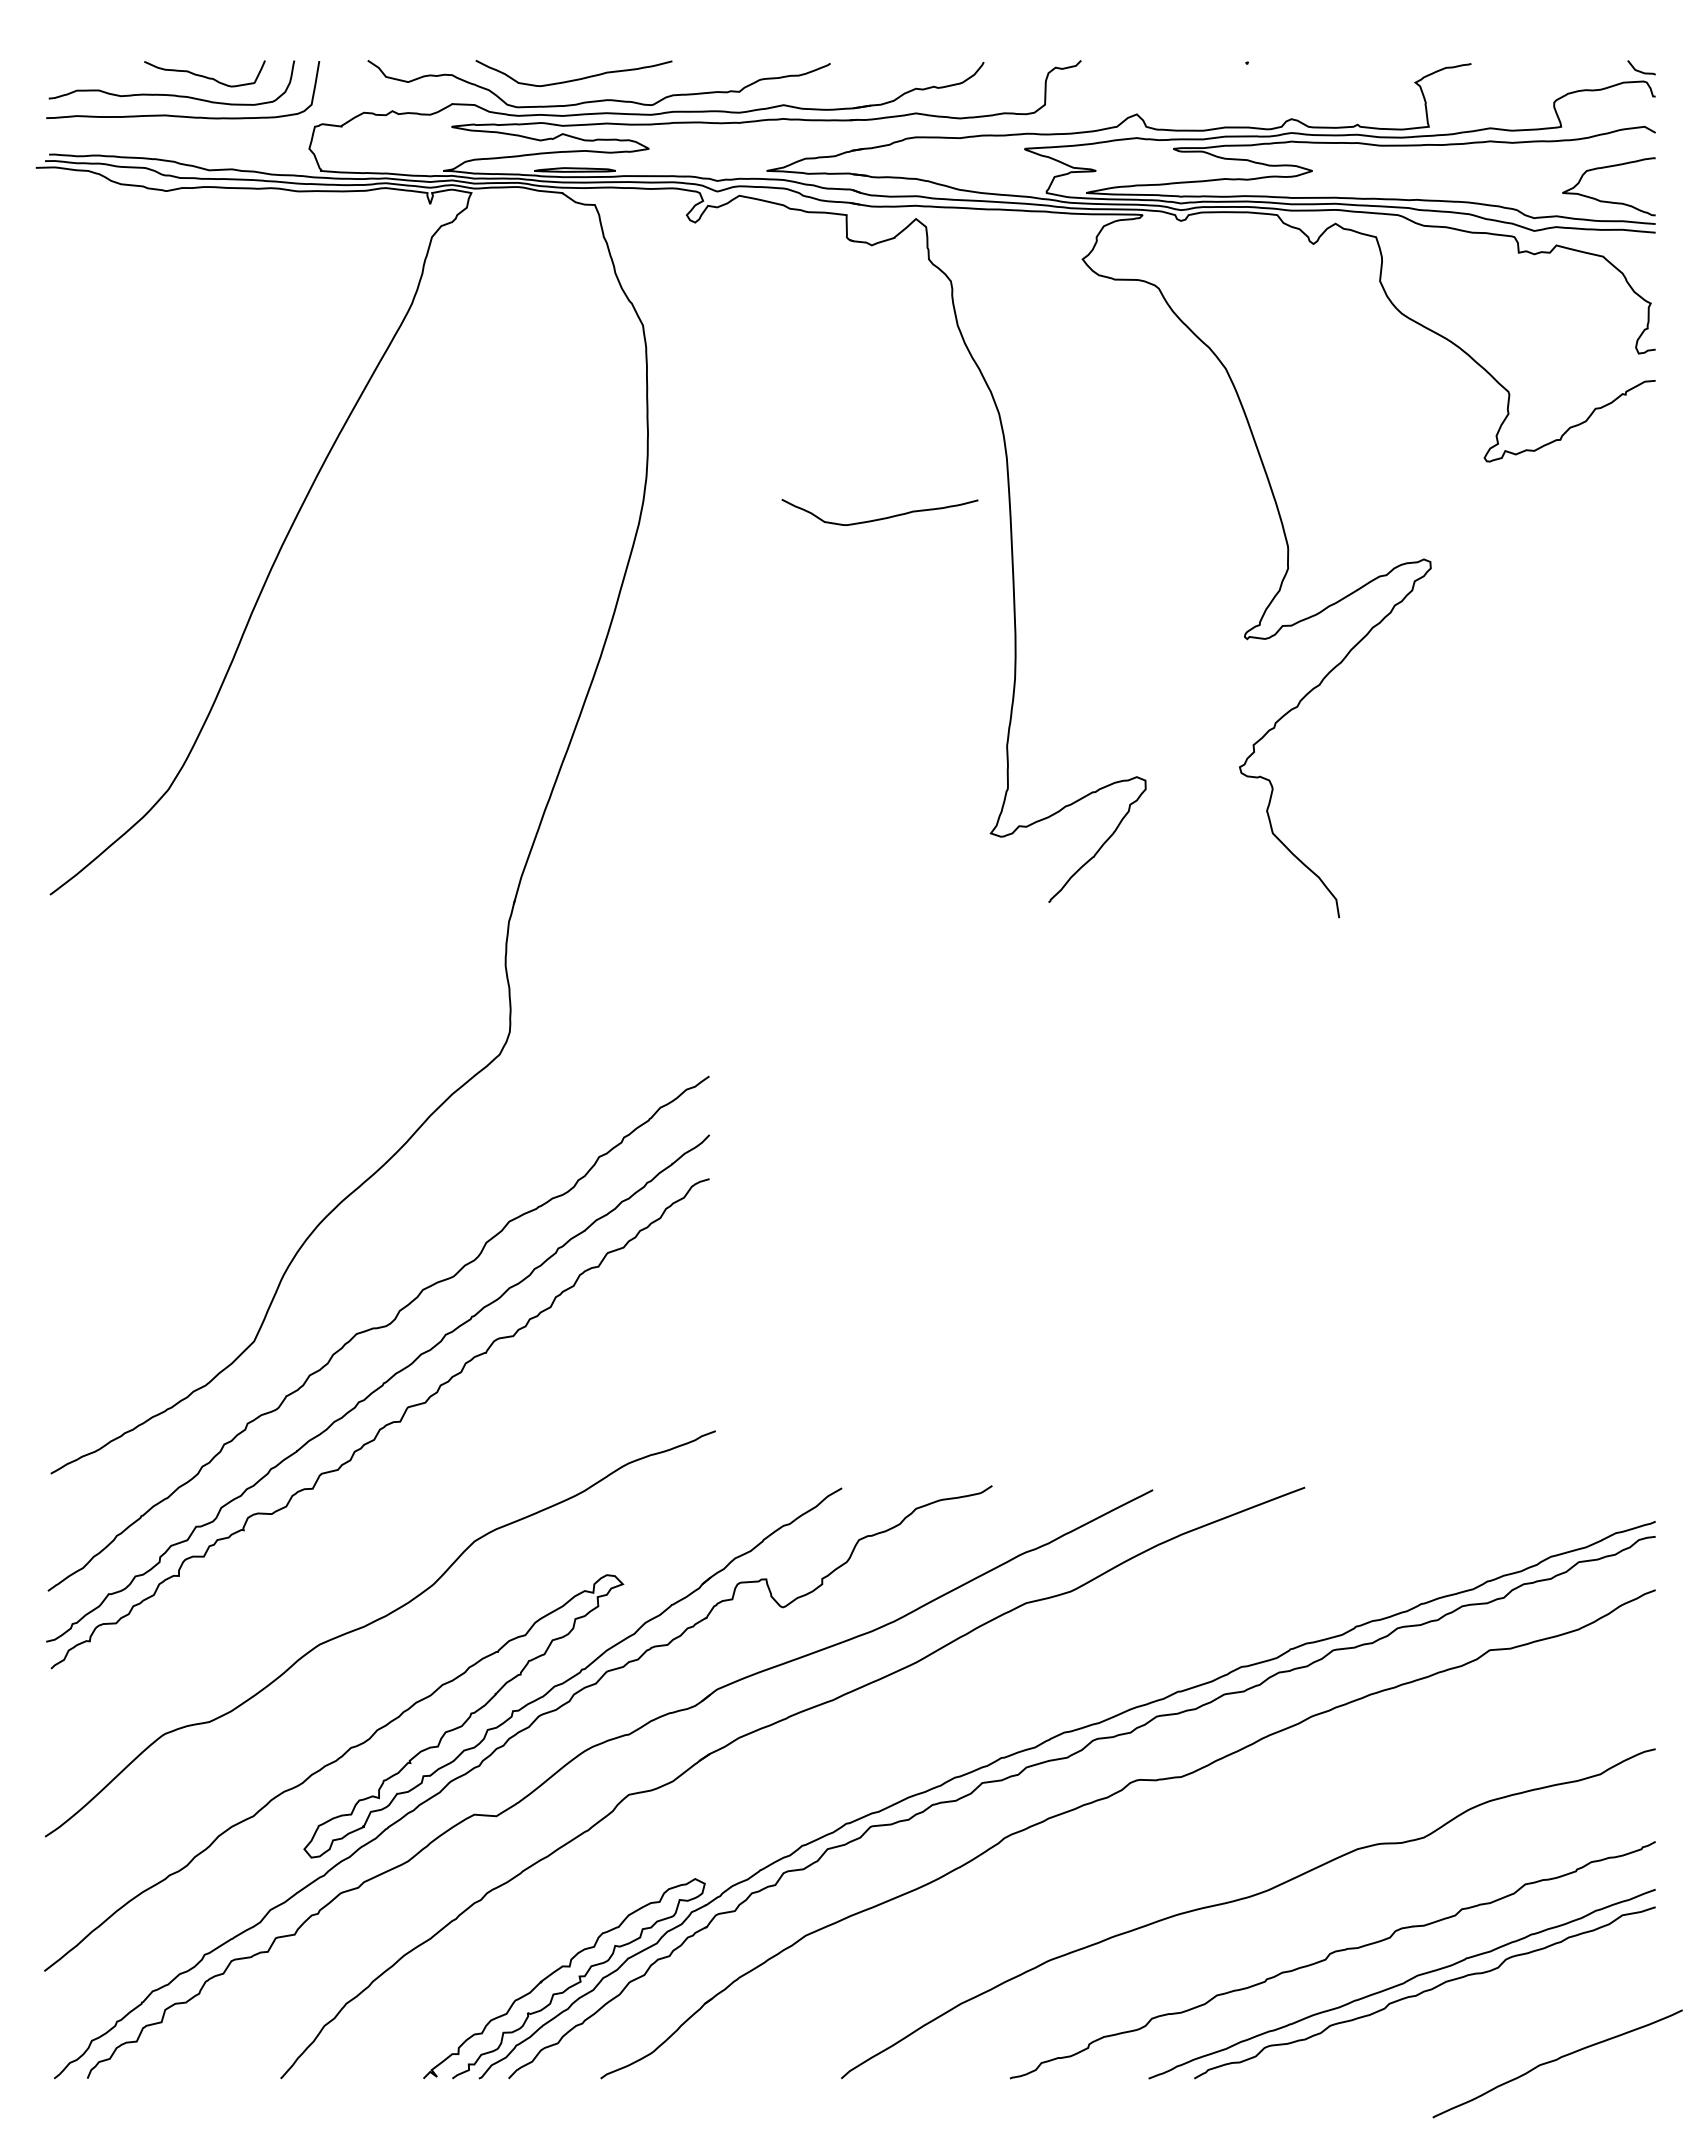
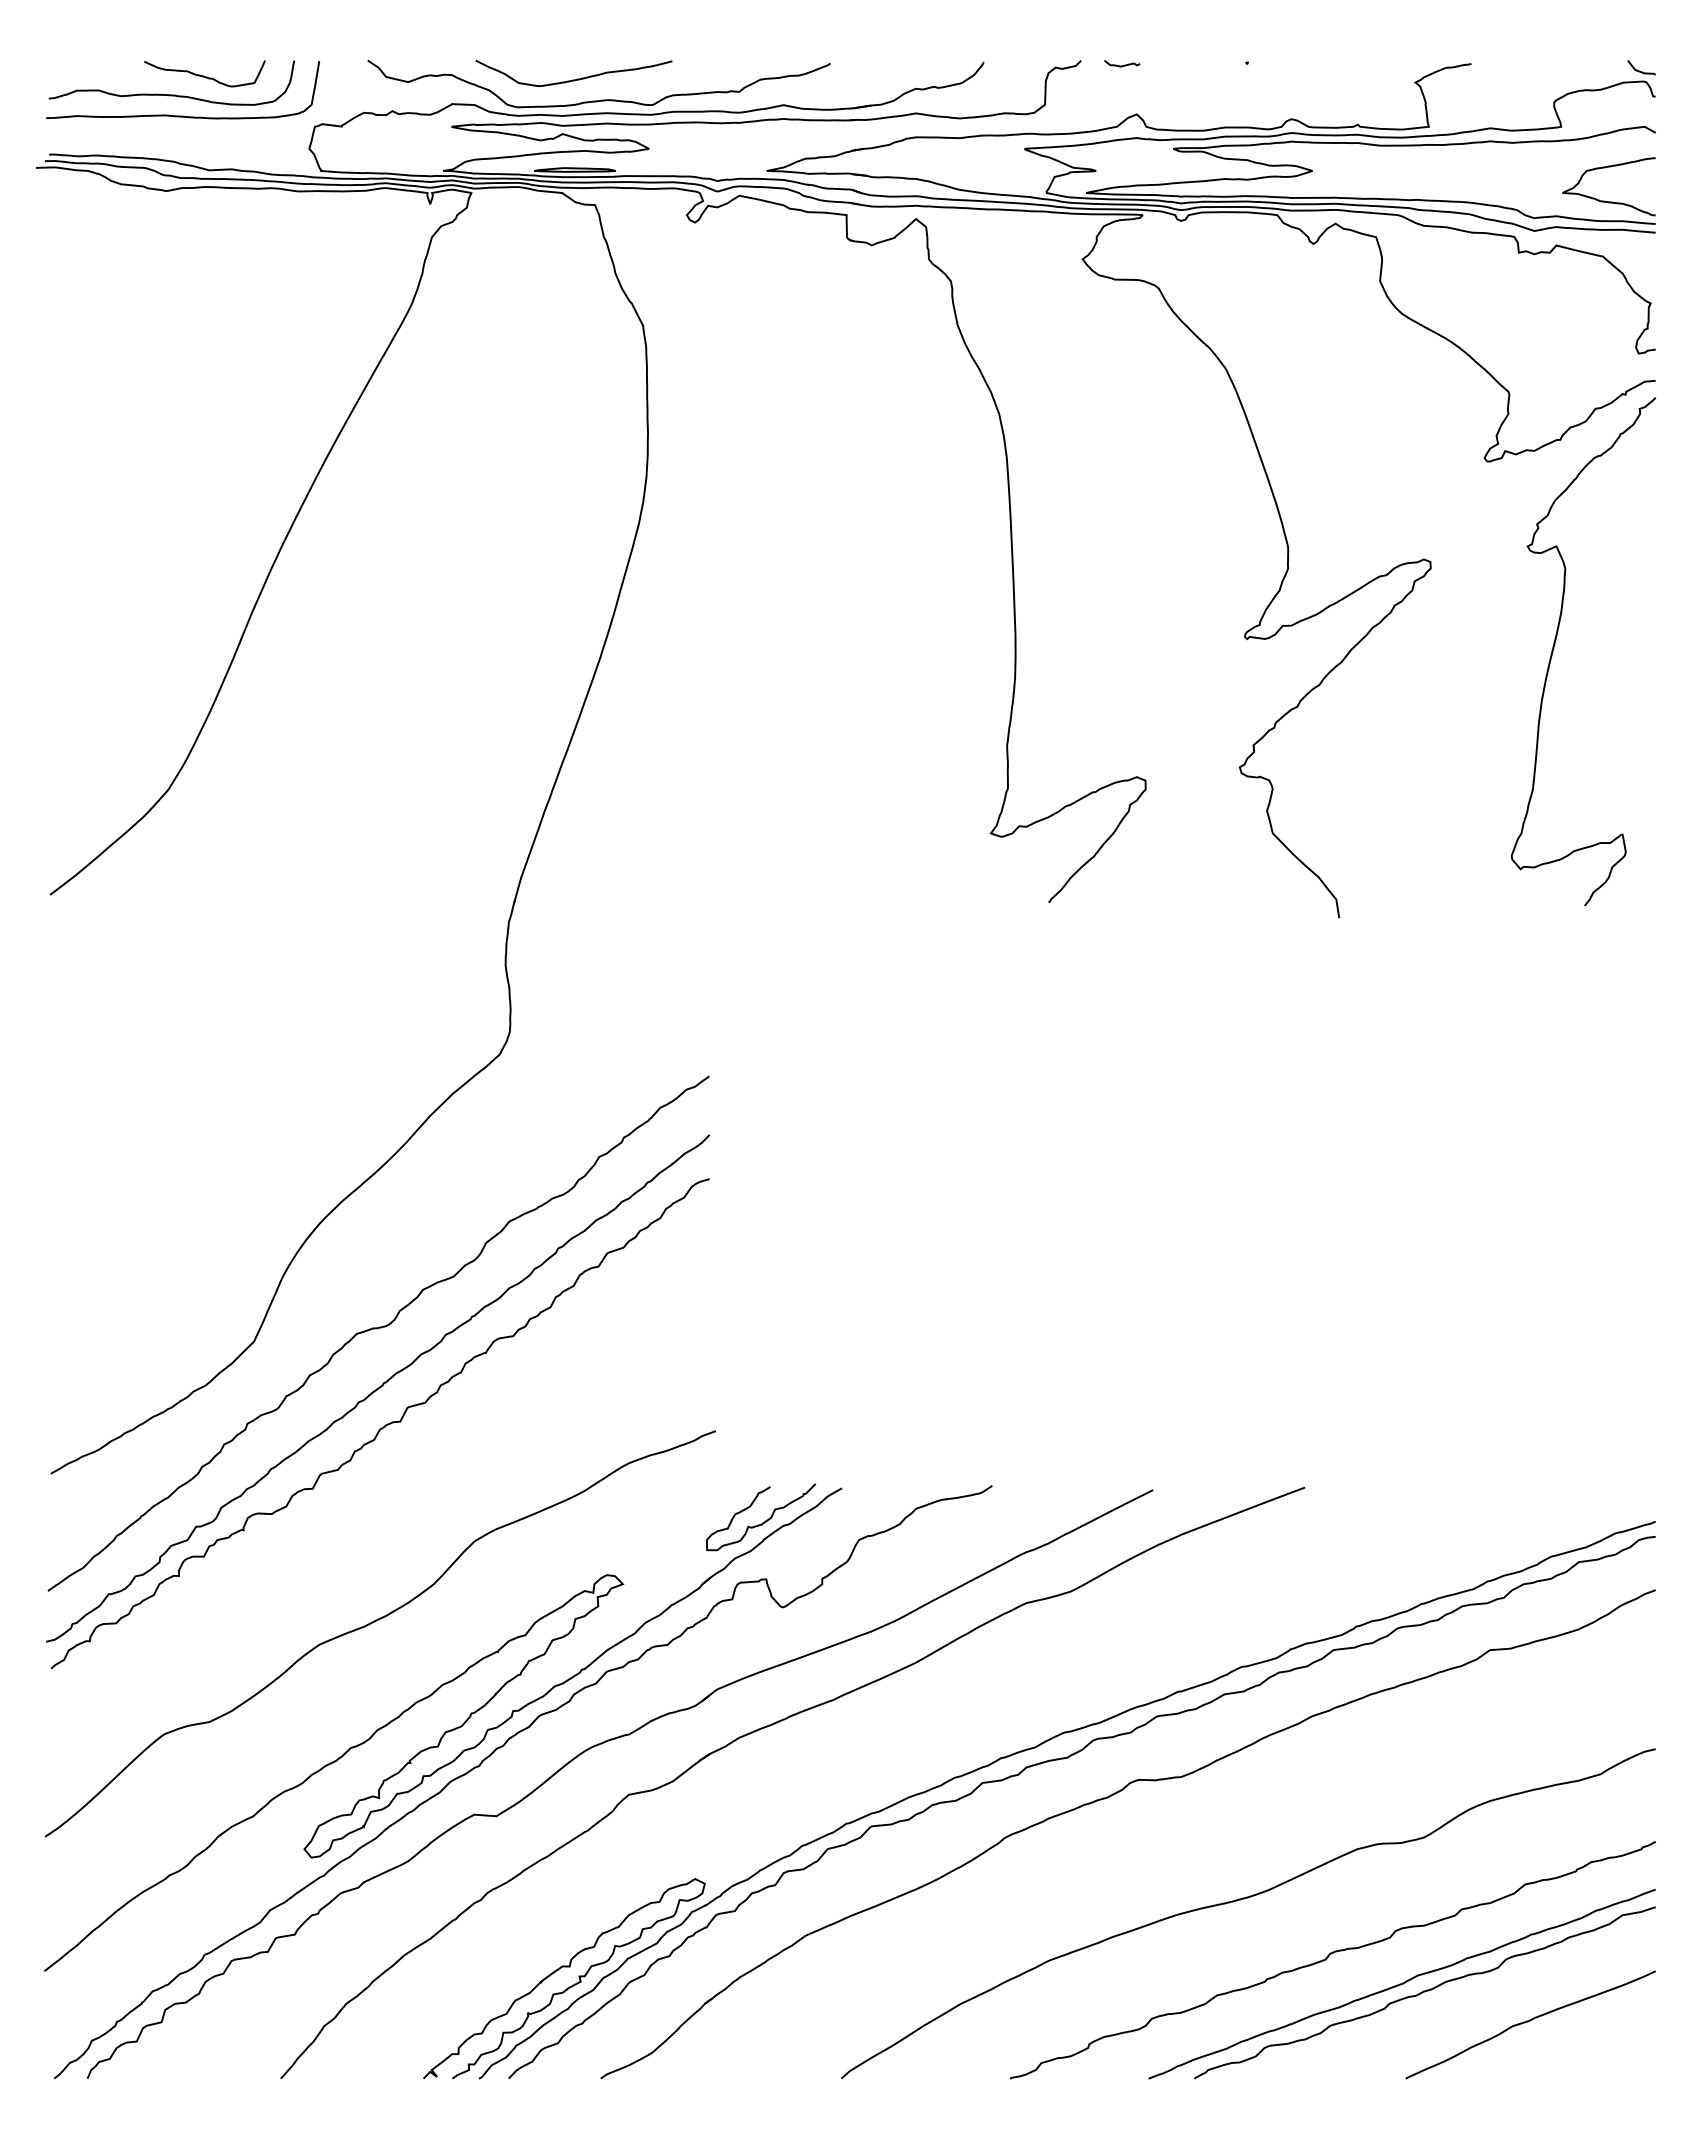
curve at (1122, 65): none -> present
curve at (879, 518): present -> none
curve at (1555, 644): none -> present
curve at (765, 1520): none -> present
curve at (1555, 2061) position: (1555, 2061) -> (1528, 2022)
